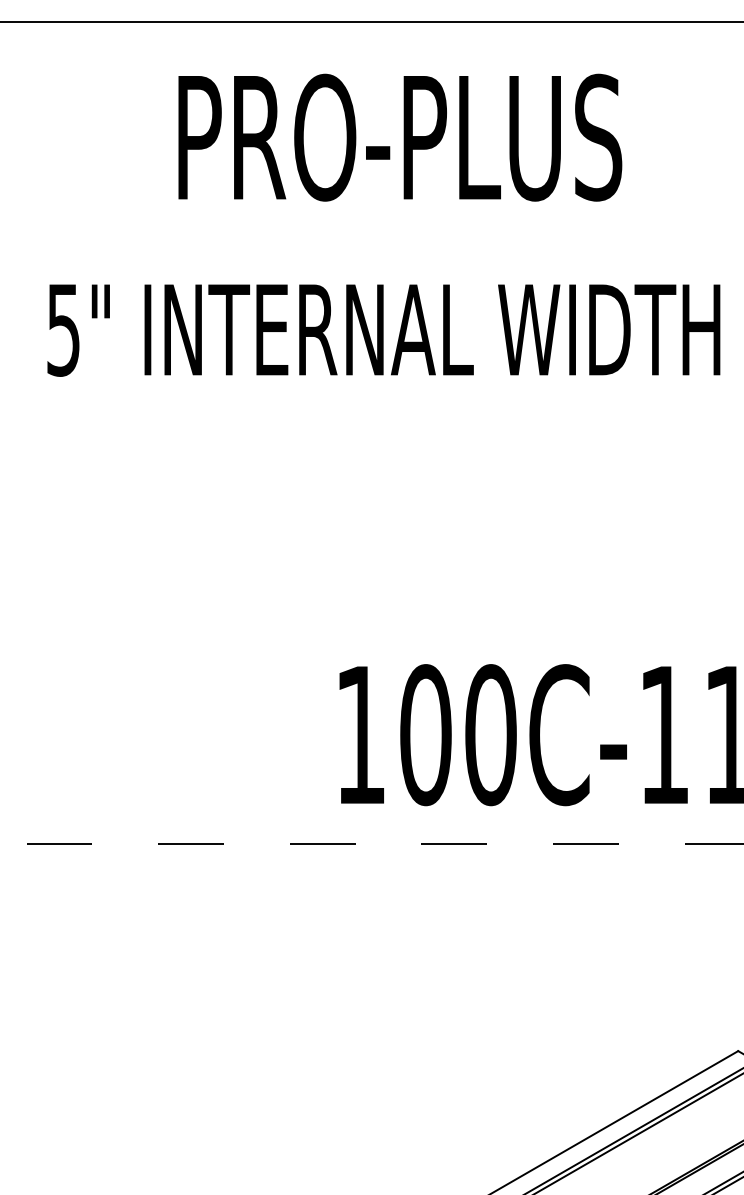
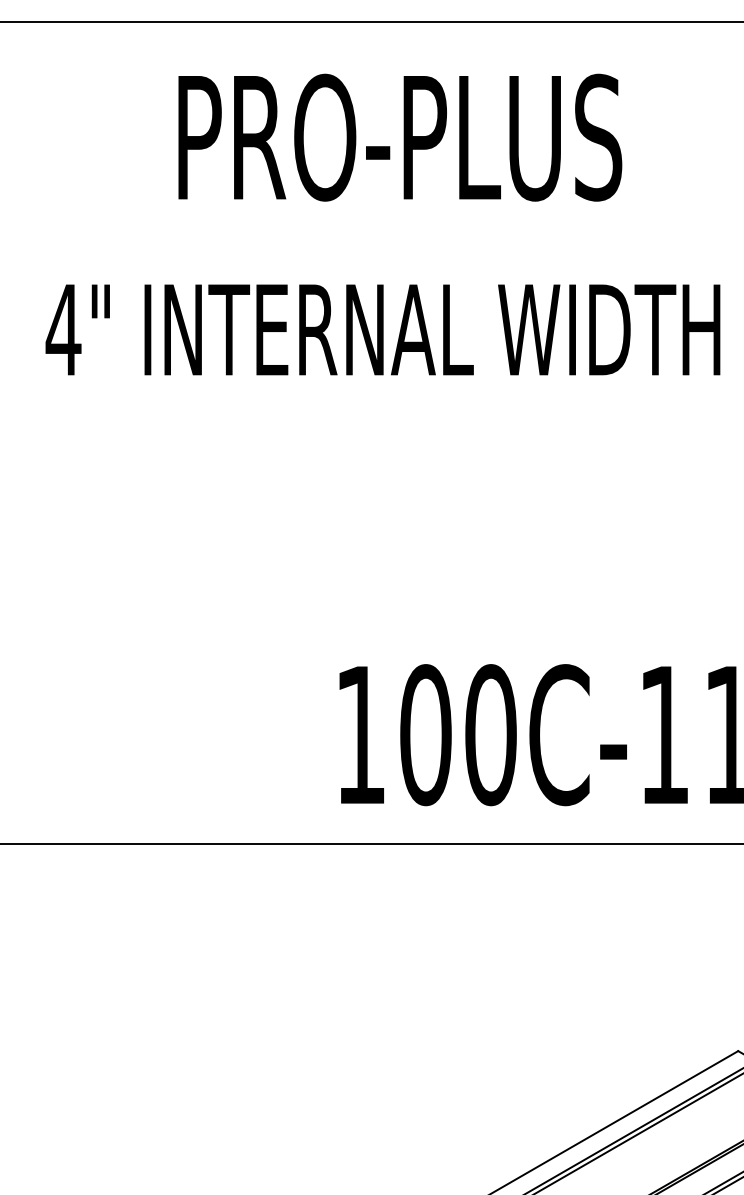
text at (63, 330): 5" -> 4"
line at (372, 844): dashed -> solid
